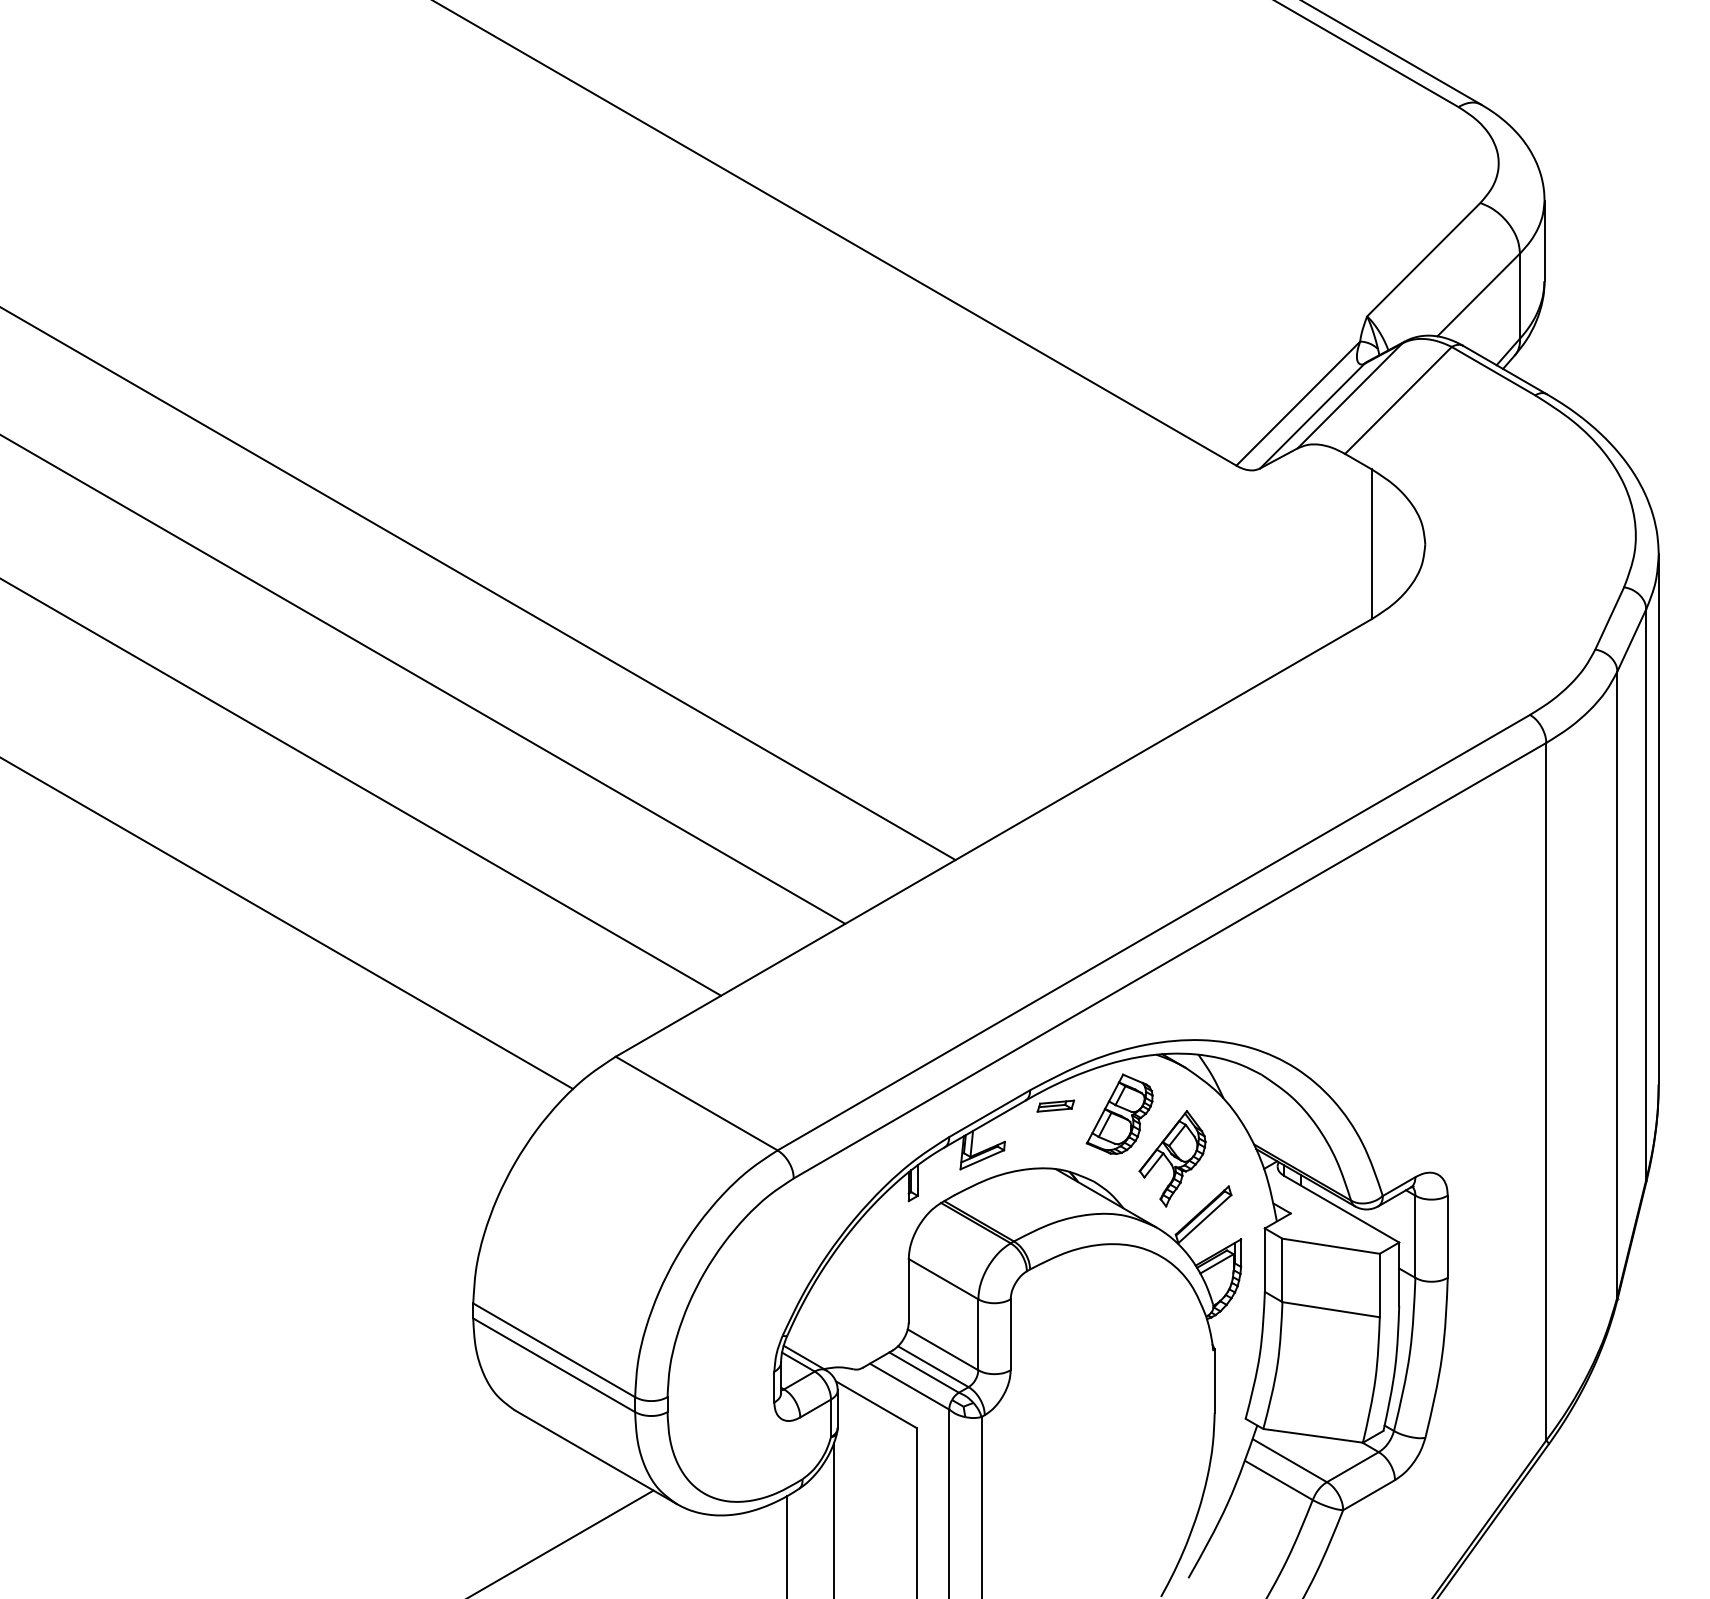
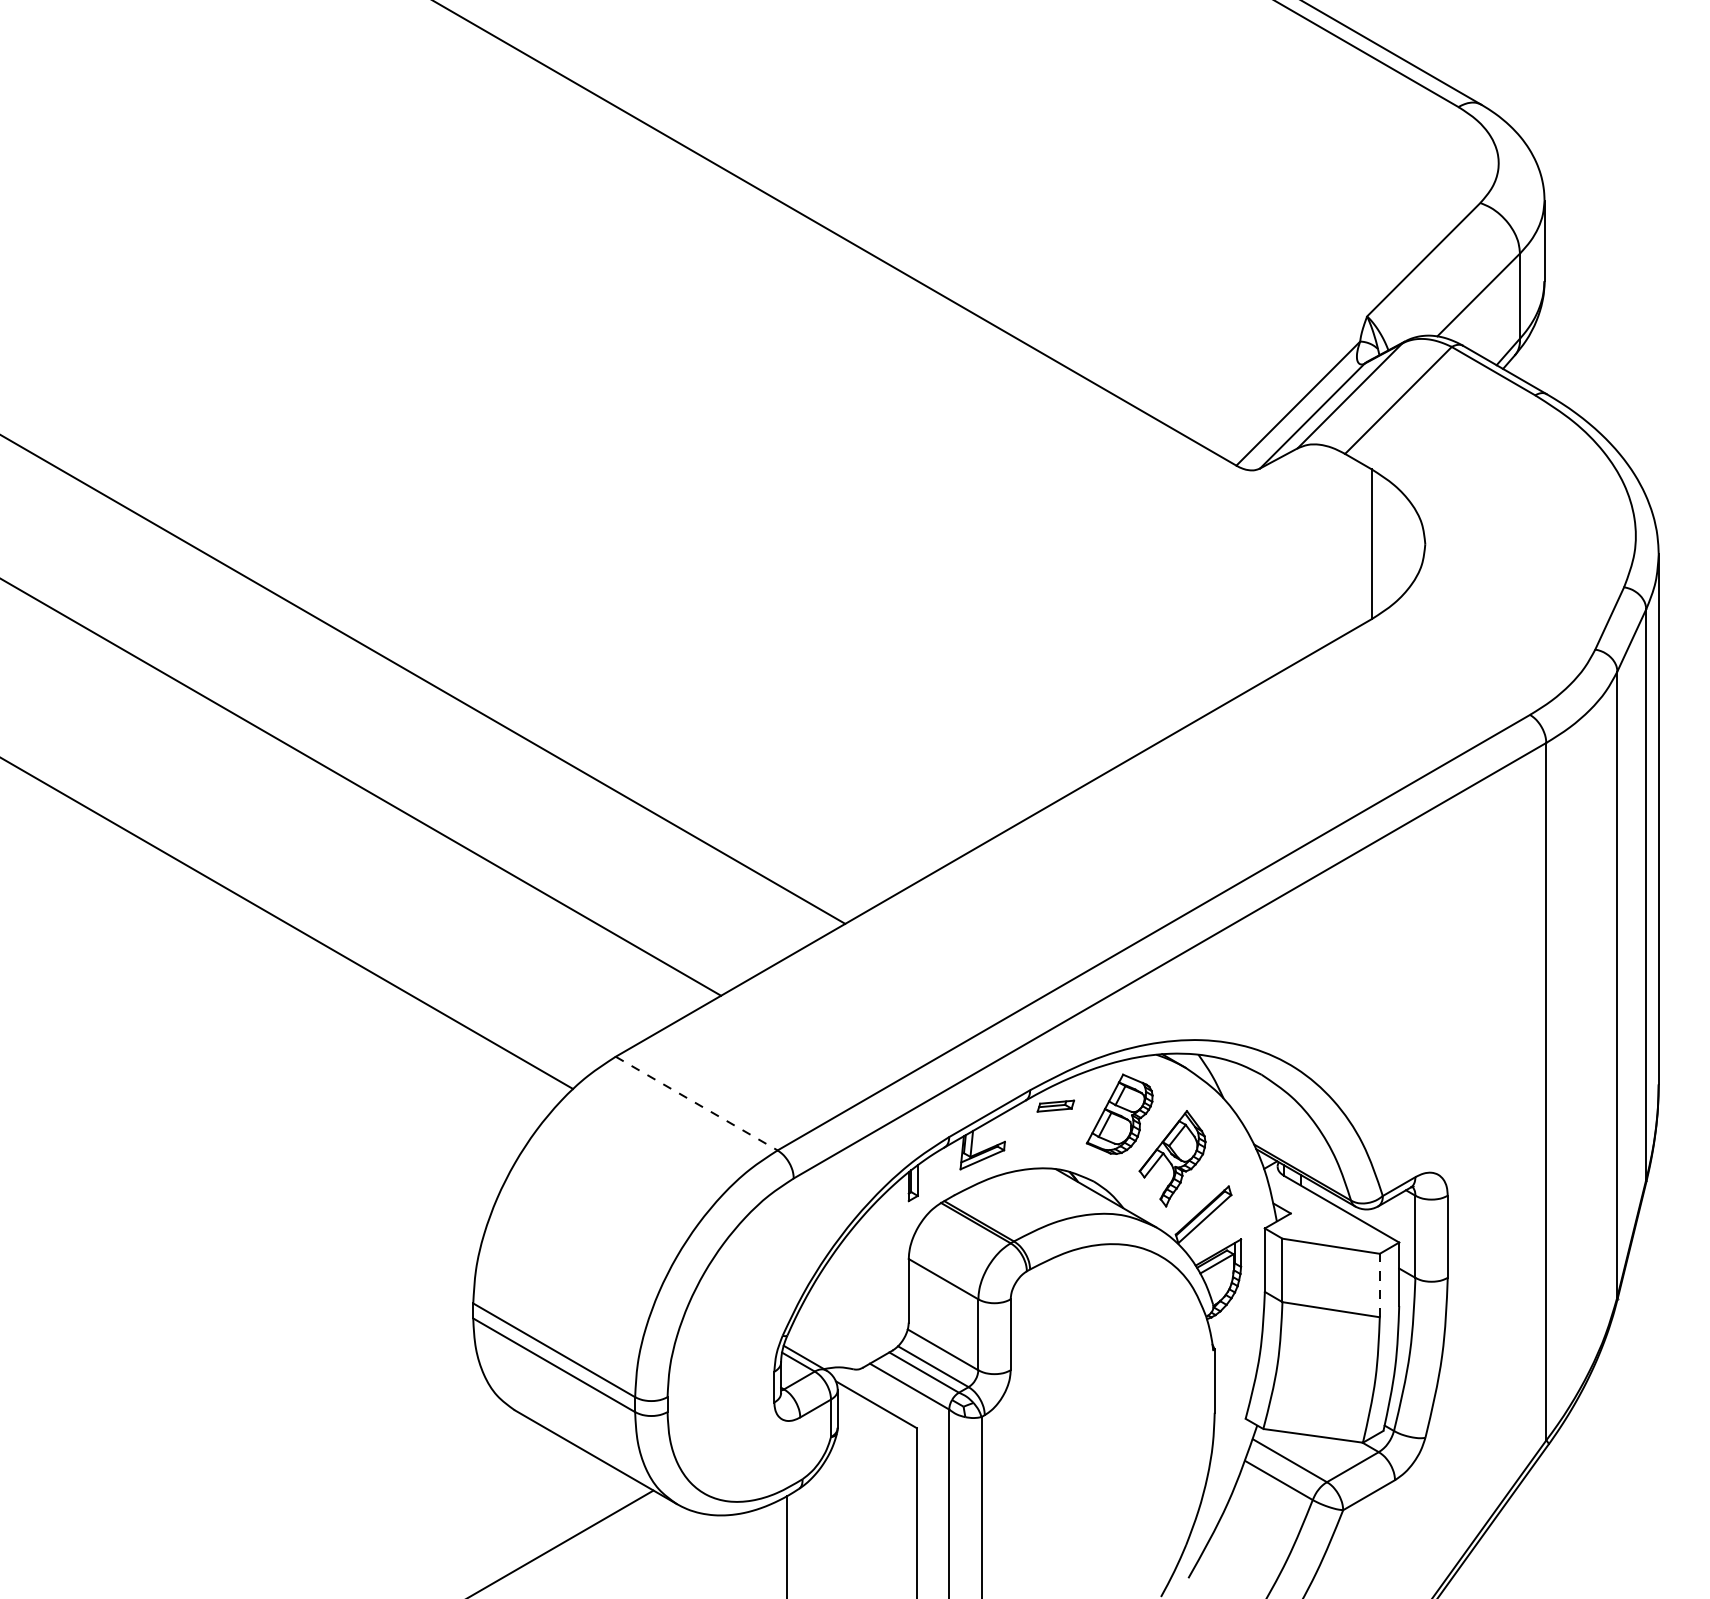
line at (478, 584): present -> none
line at (696, 1103): solid -> dashed
line at (1379, 1285): solid -> dashed
line at (834, 1518): present -> none
